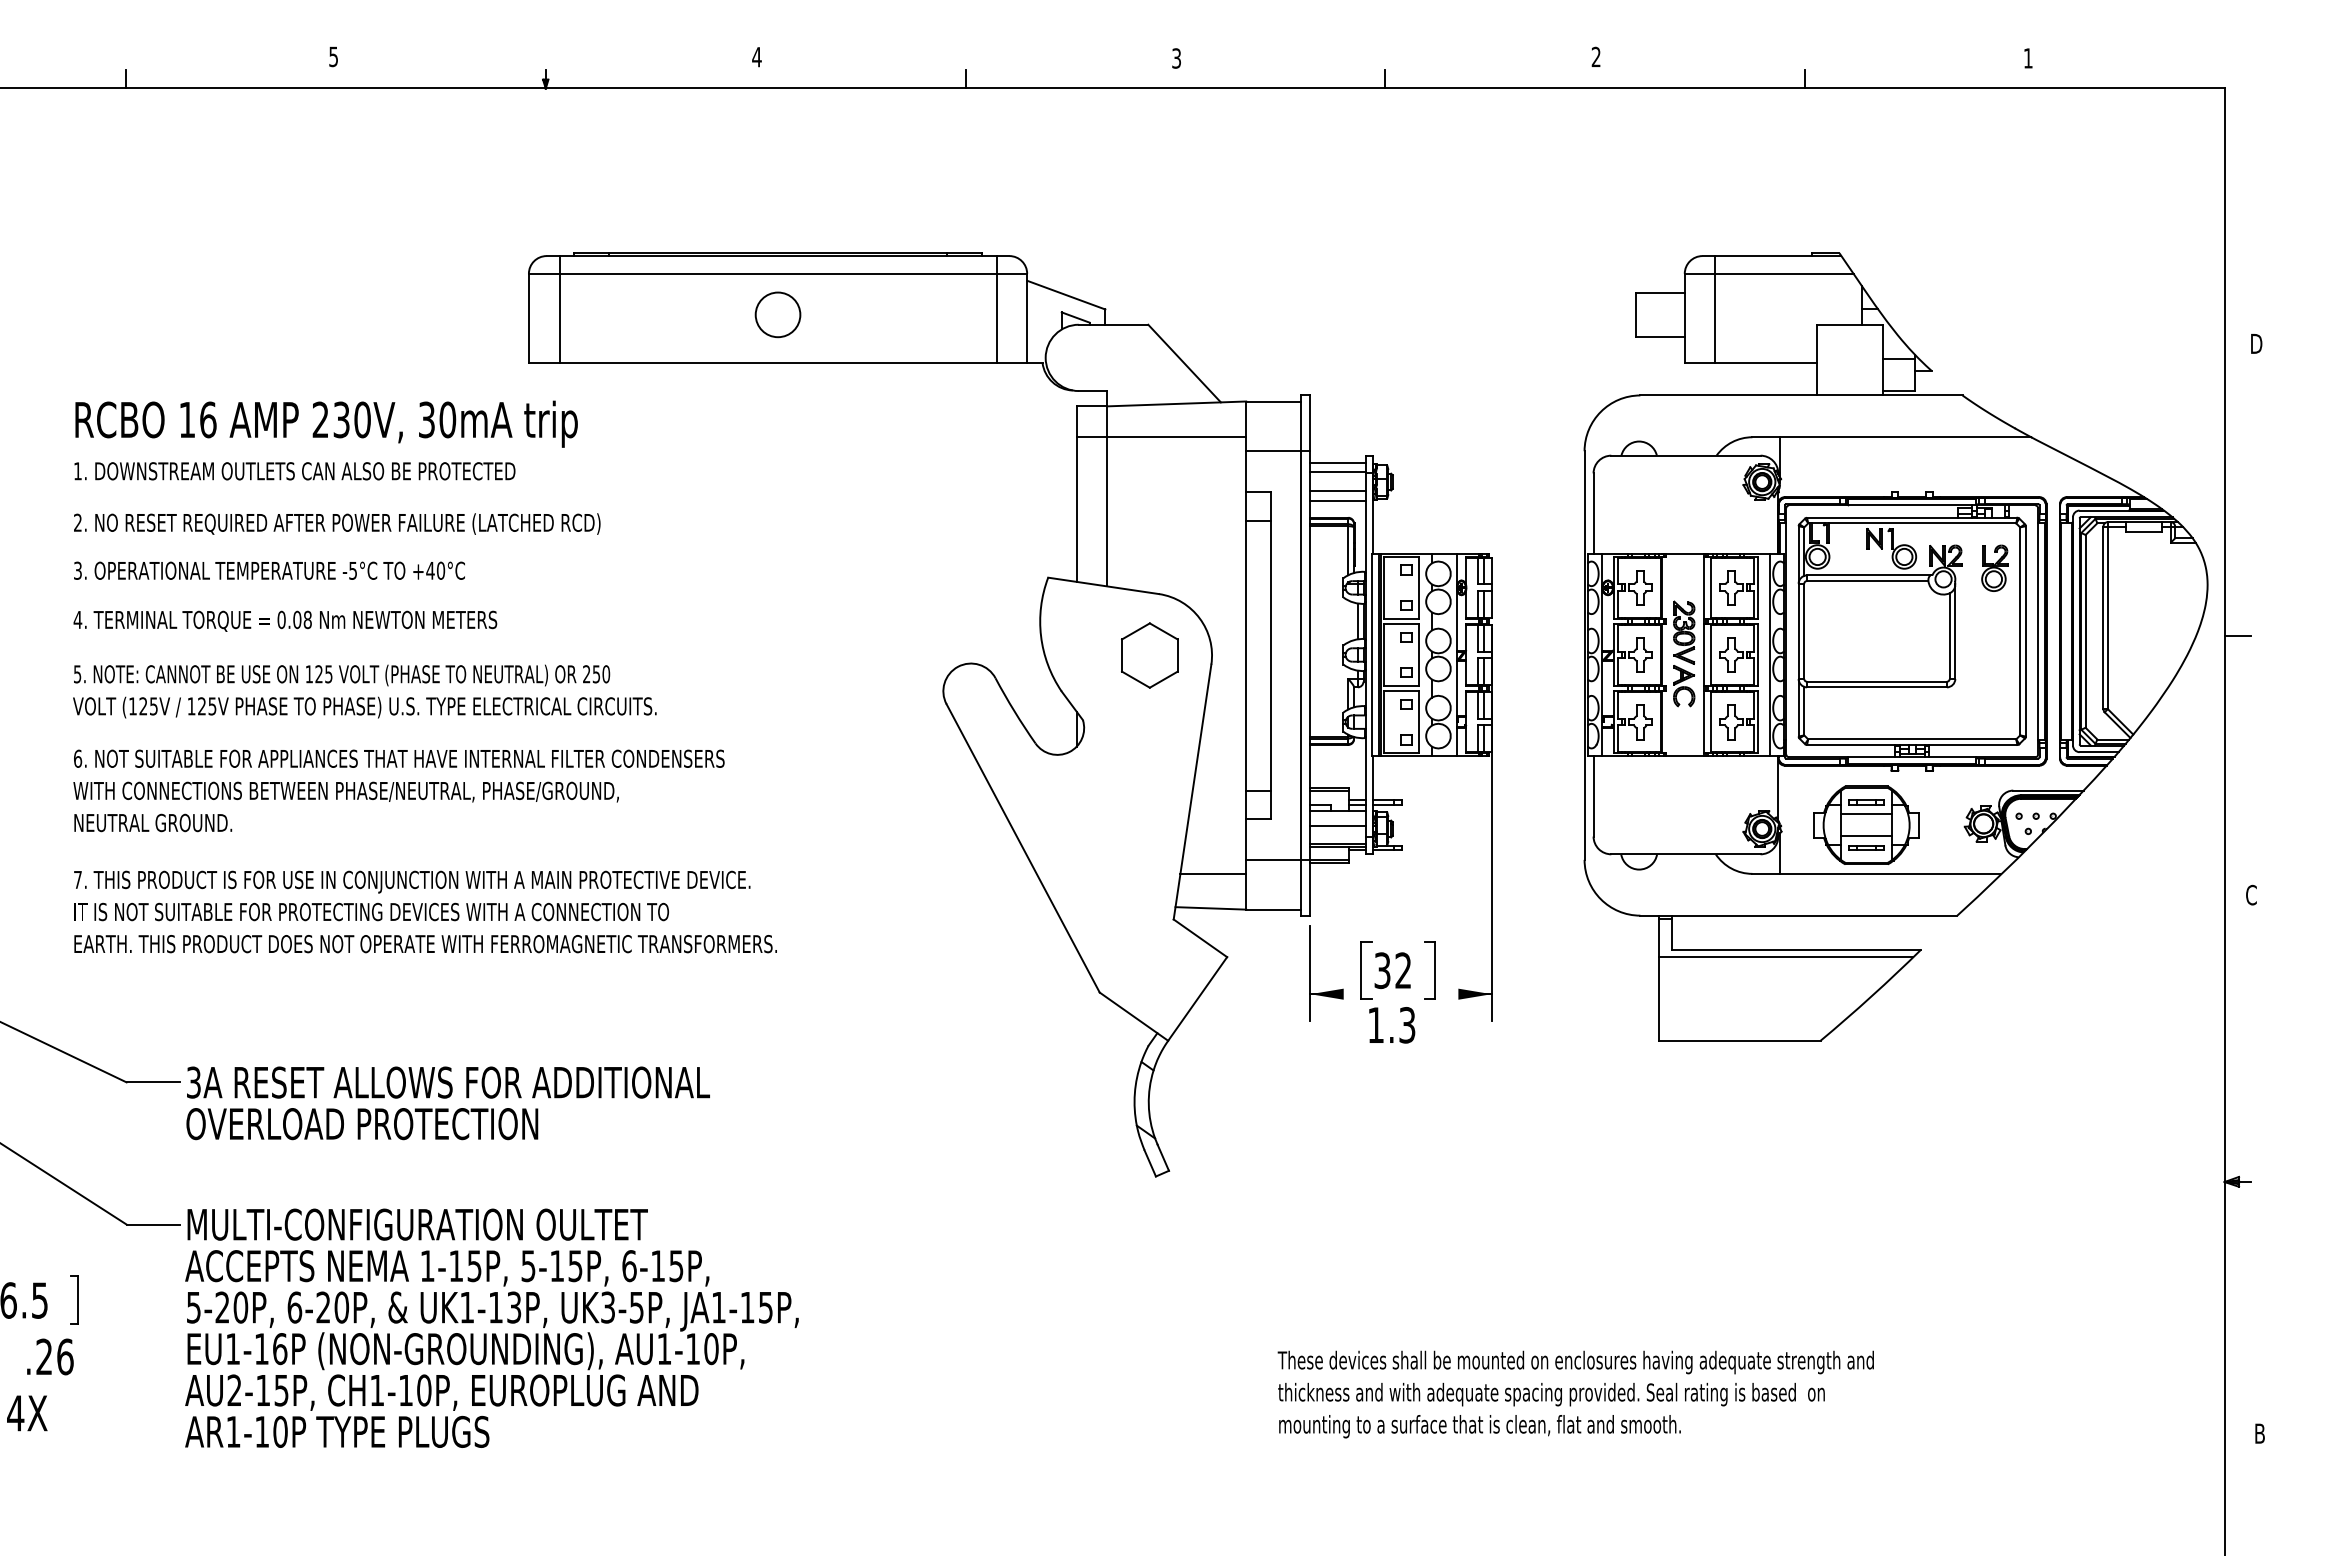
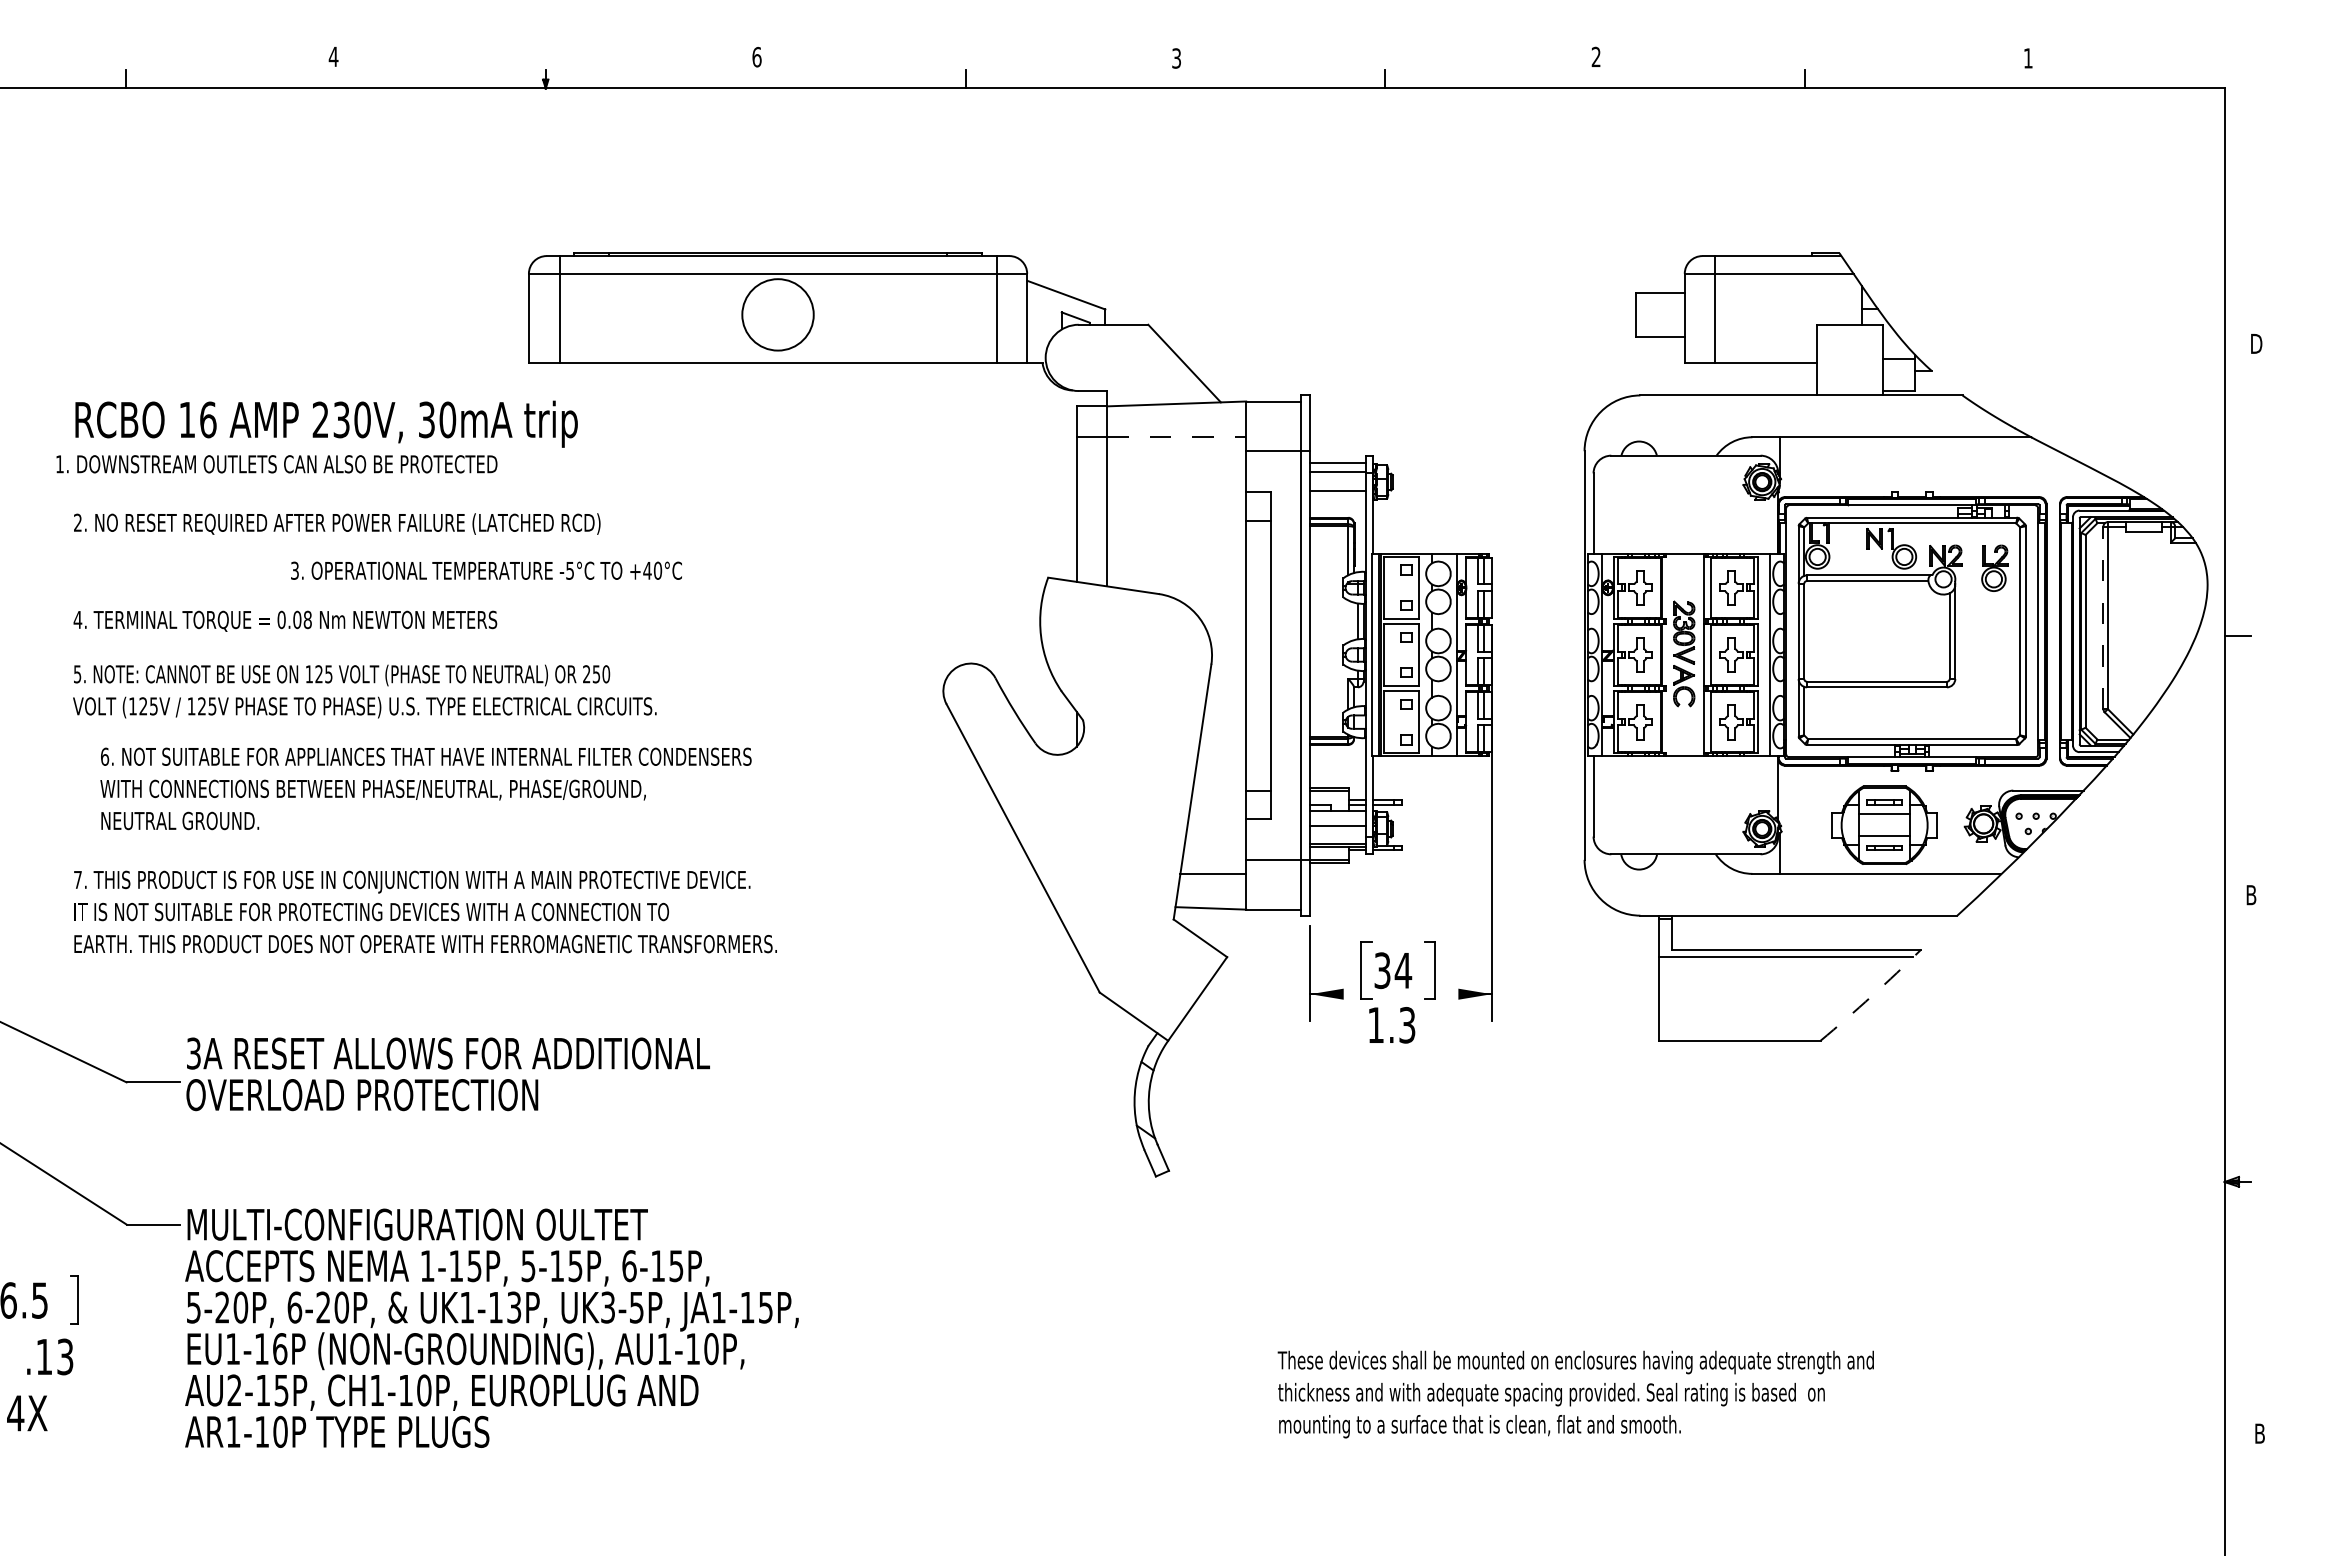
text at (333, 56): 5 -> 4
text at (756, 56): 4 -> 6
circle at (777, 314) diameter: 45 px -> 71 px
line at (1176, 437): solid -> dashed
text at (294, 471) position: (294, 471) -> (276, 464)
line at (1338, 501): present -> none
text at (269, 570) position: (269, 570) -> (486, 570)
line at (2103, 617): solid -> dashed
part at (1149, 655): present -> none
text at (398, 790) position: (398, 790) -> (425, 788)
part at (1866, 824) position: (1866, 824) -> (1884, 824)
text at (2251, 894): C -> B
text at (1403, 970): 32 -> 34
arc at (1871, 996): solid -> dashed
text at (447, 1103) position: (447, 1103) -> (447, 1074)
text at (54, 1356): .26 -> .13
